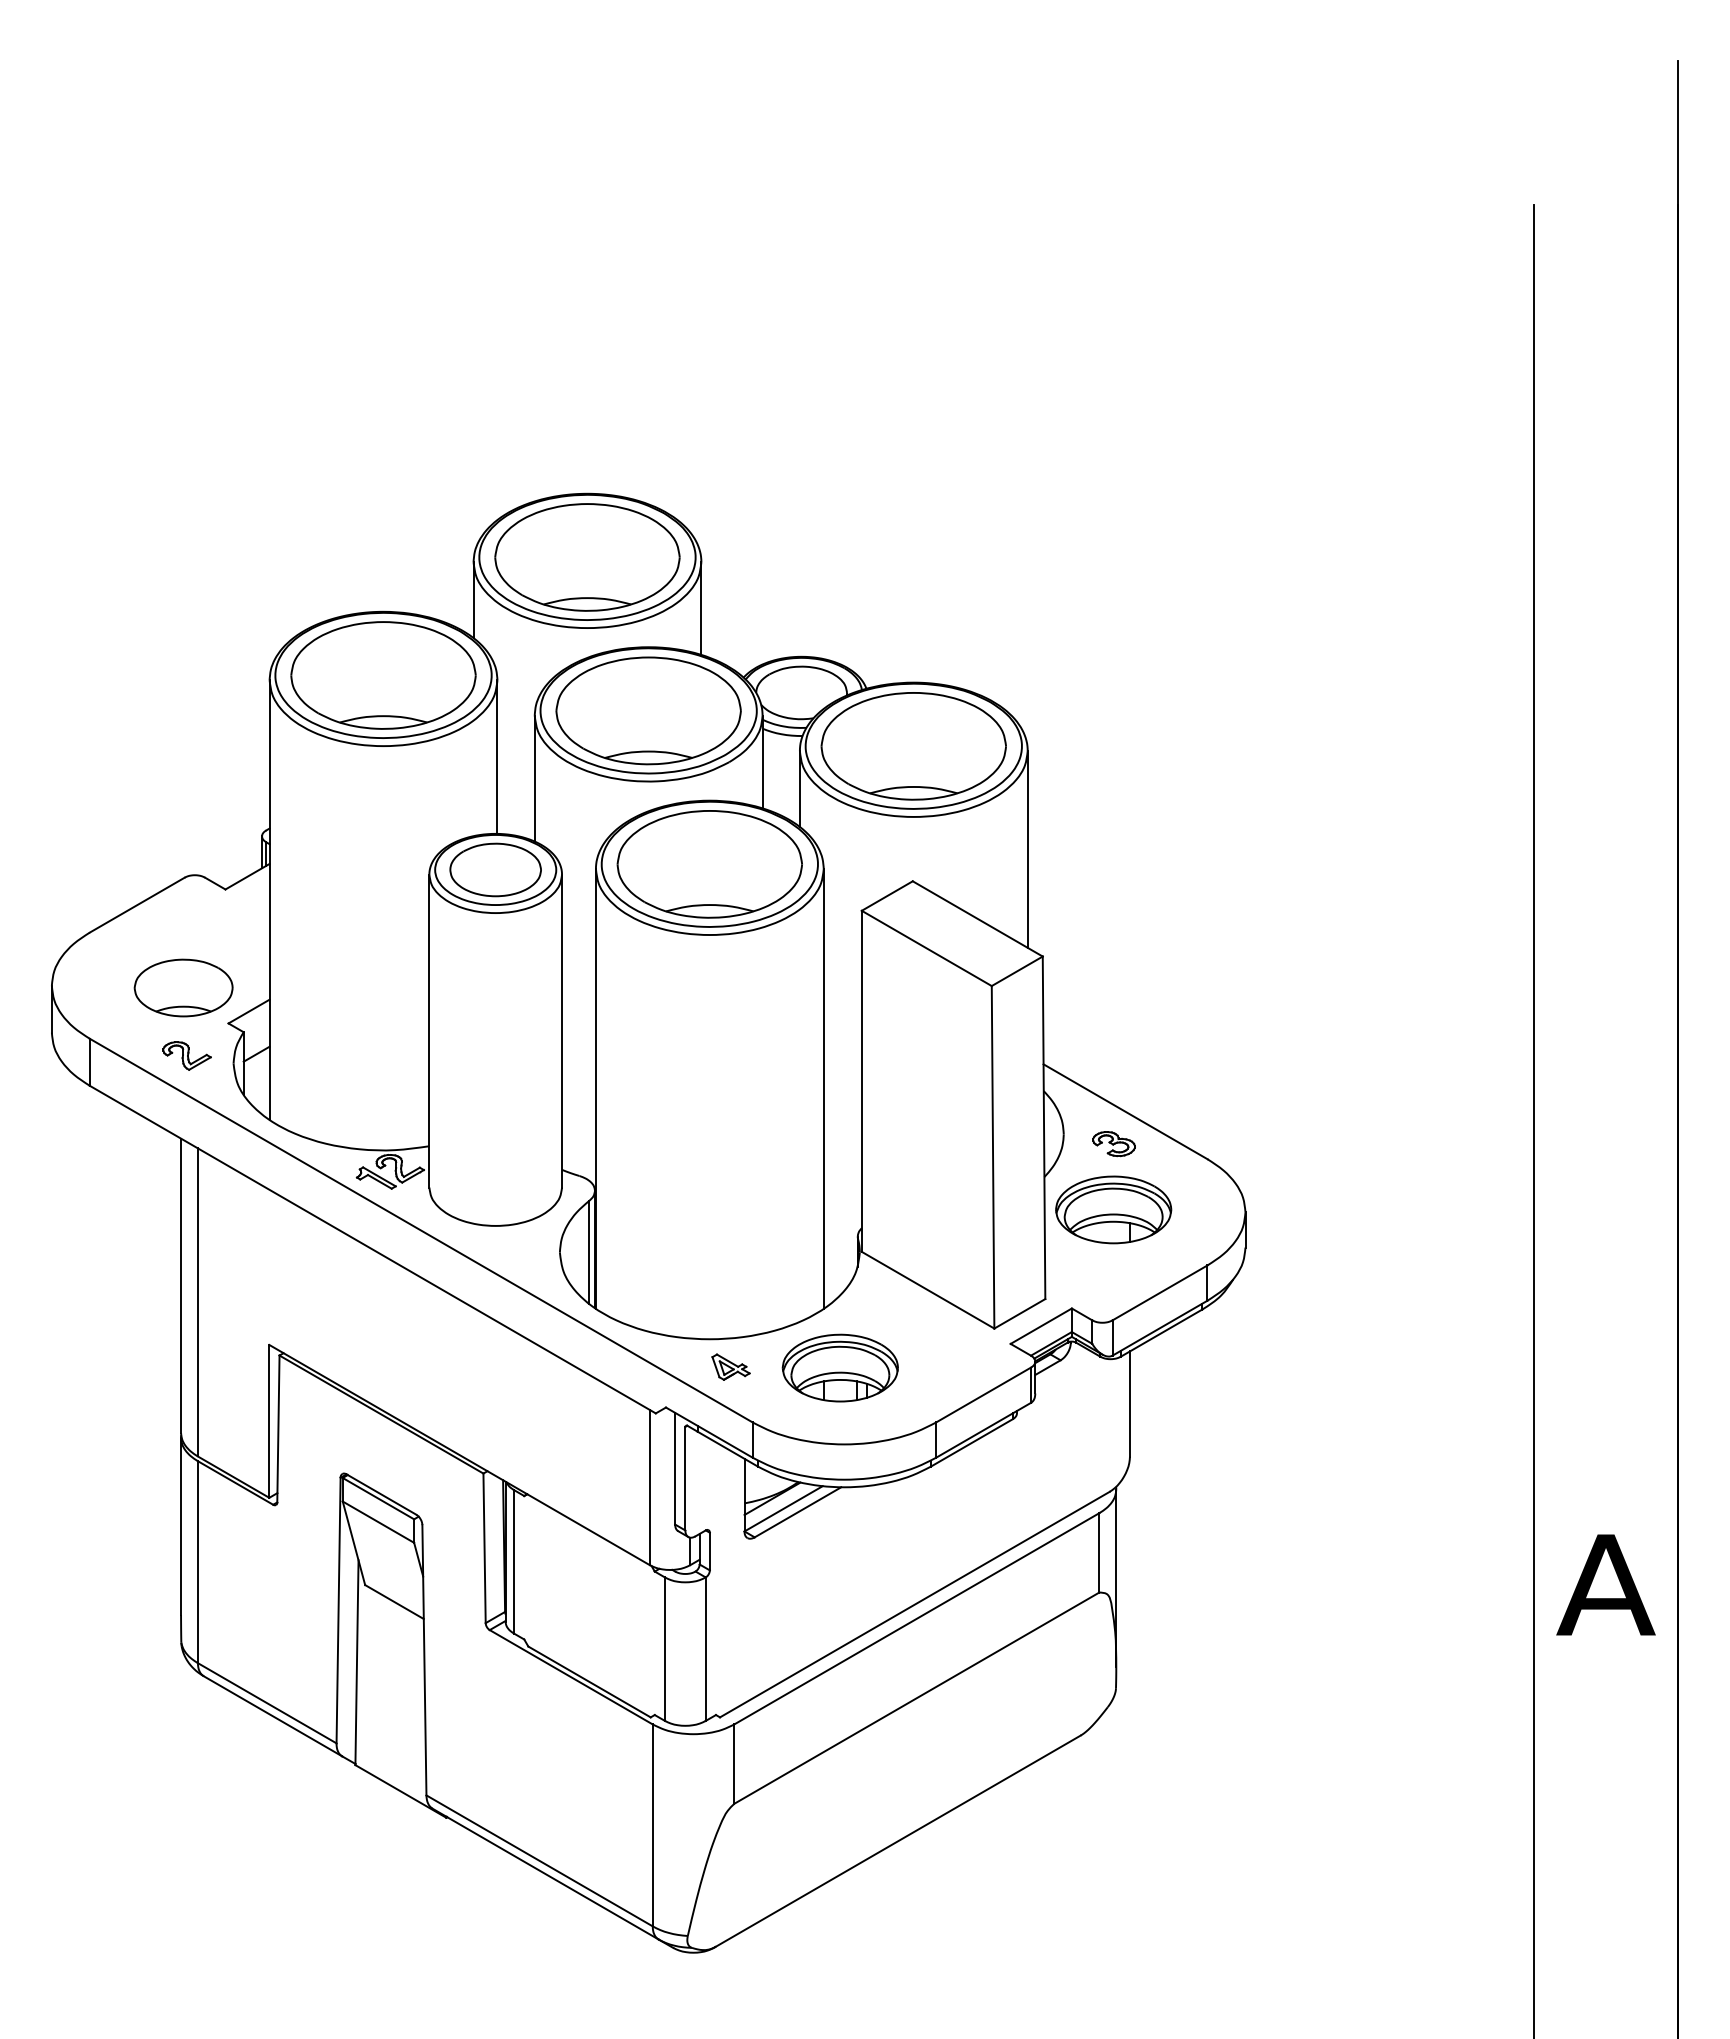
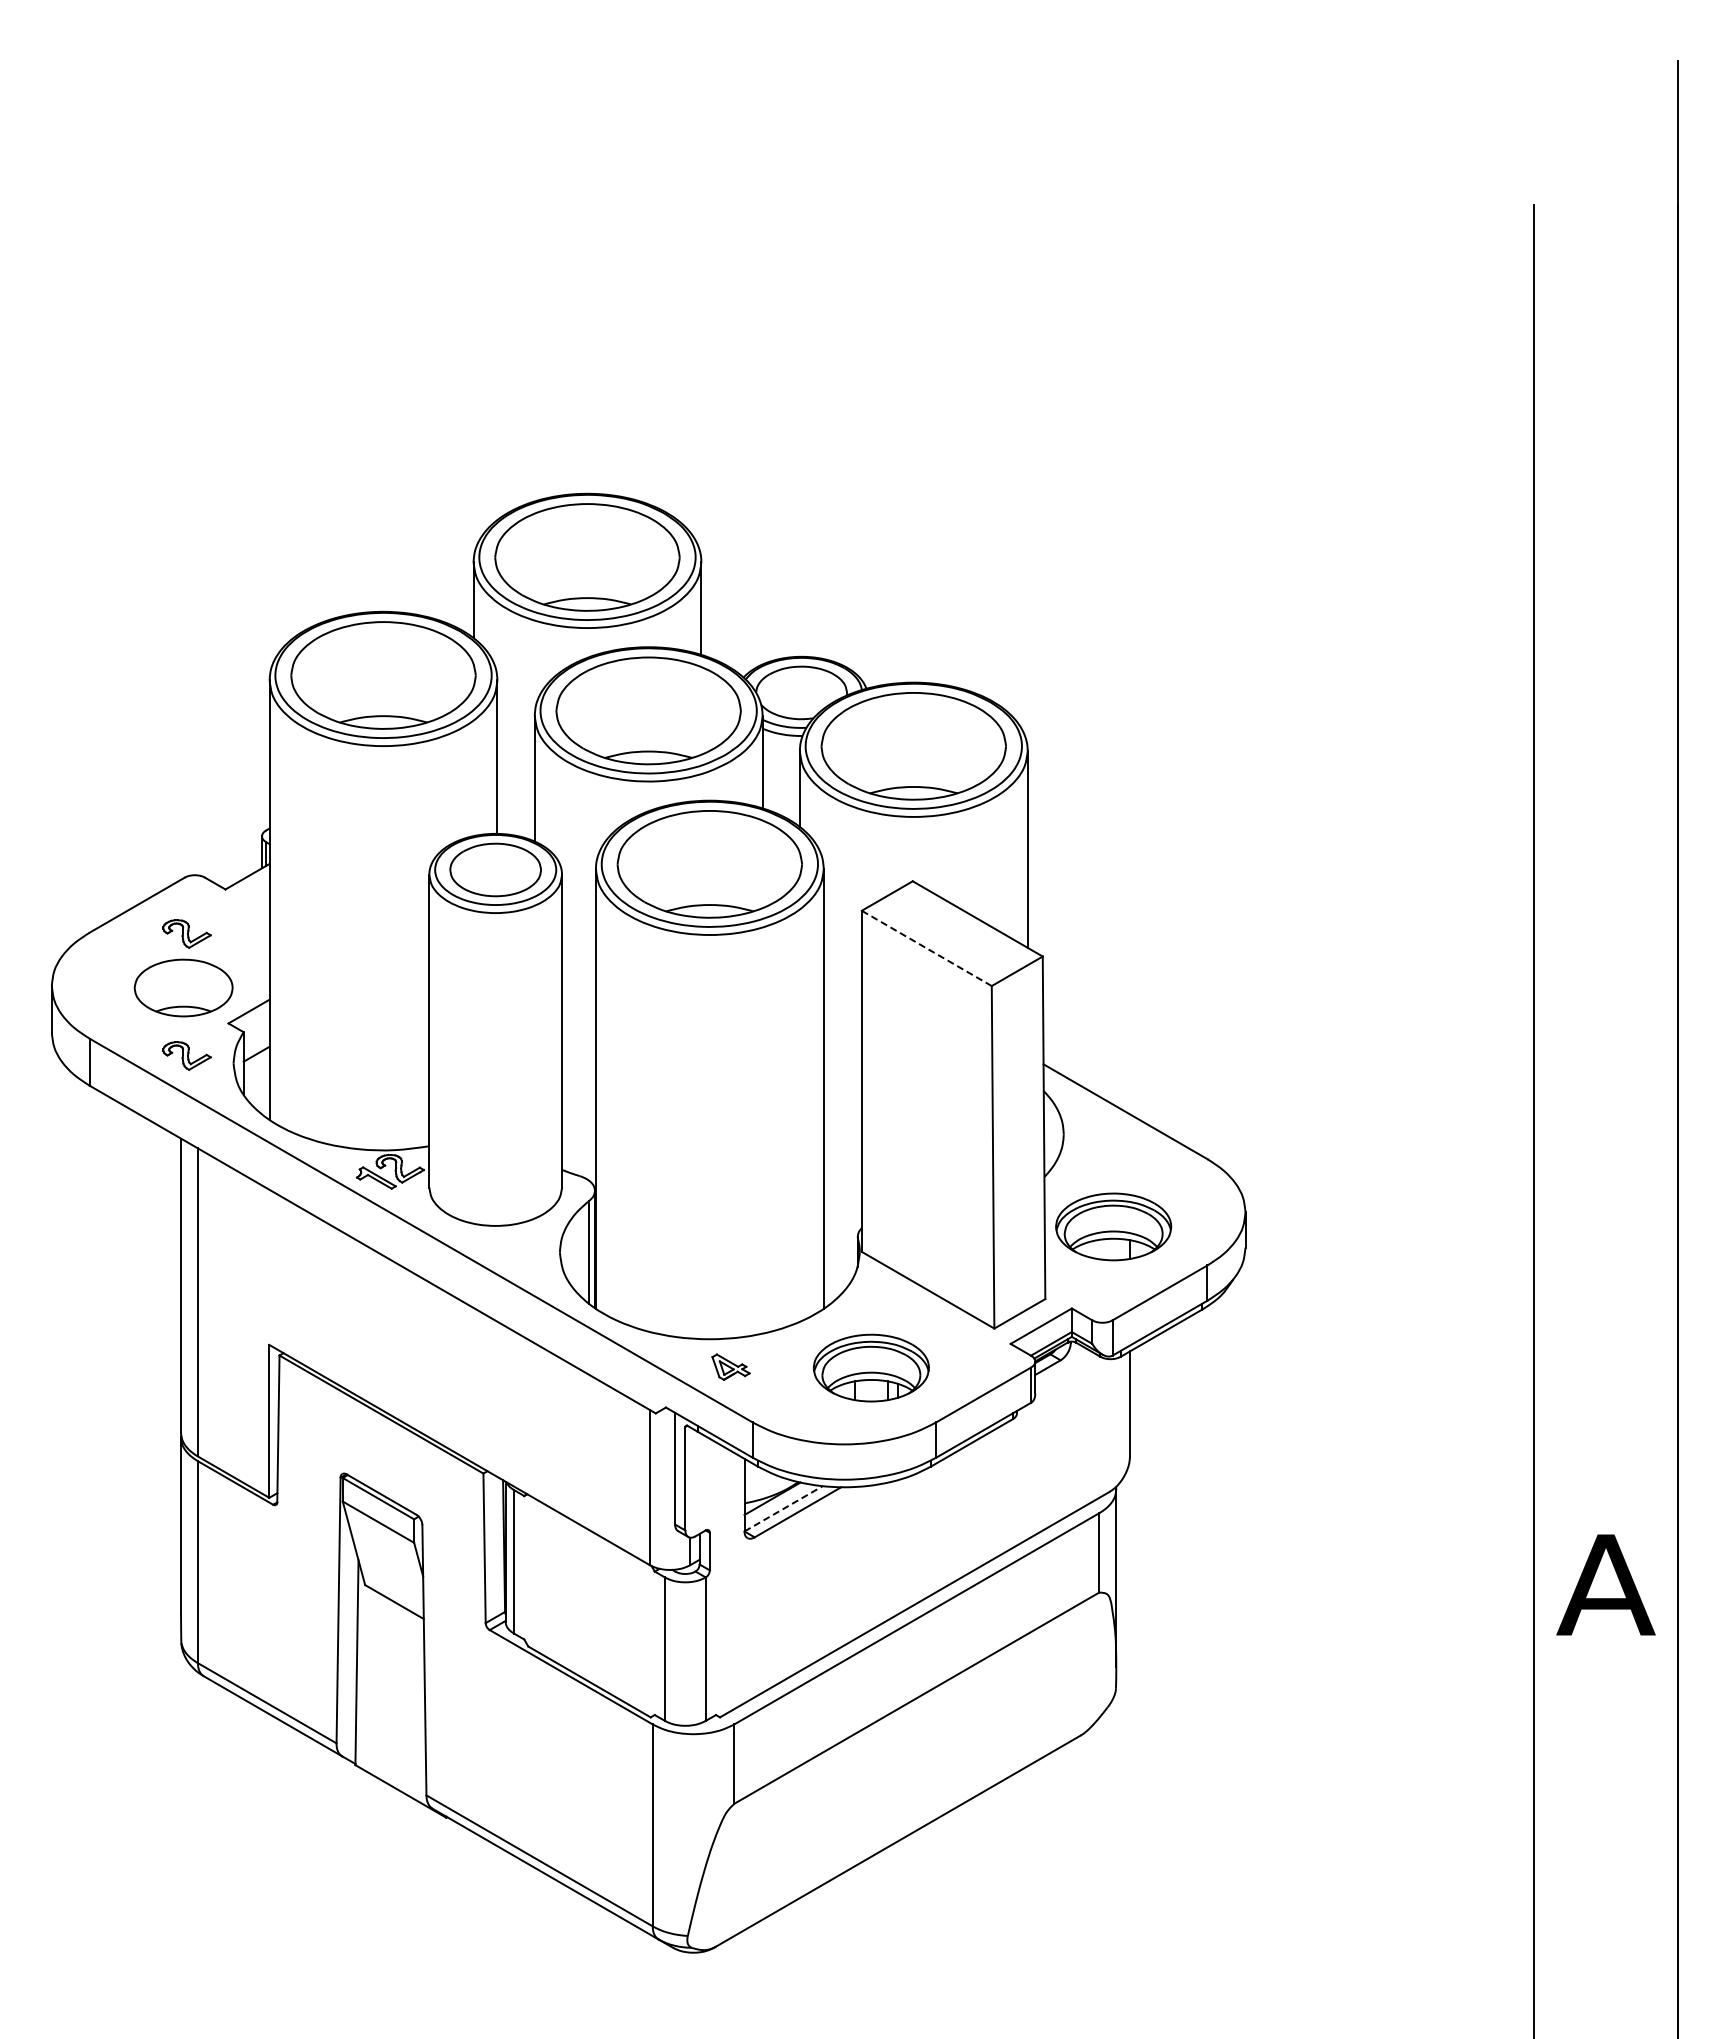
part at (186, 933): none -> present
line at (926, 948): solid -> dashed
part at (1113, 1144): present -> none
part at (1113, 1209) position: (1113, 1209) -> (1113, 1226)
part at (839, 1367) position: (839, 1367) -> (870, 1367)
line at (784, 1508): solid -> dashed
